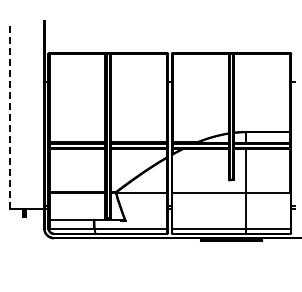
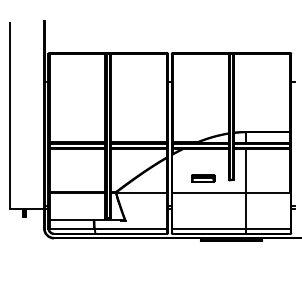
line at (9, 115): dashed -> solid
part at (203, 178): none -> present
